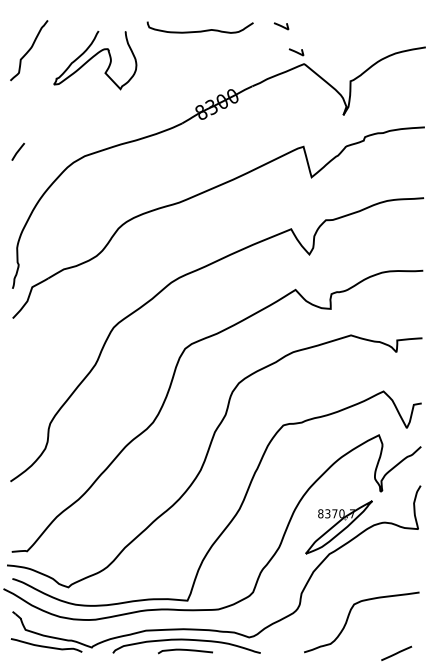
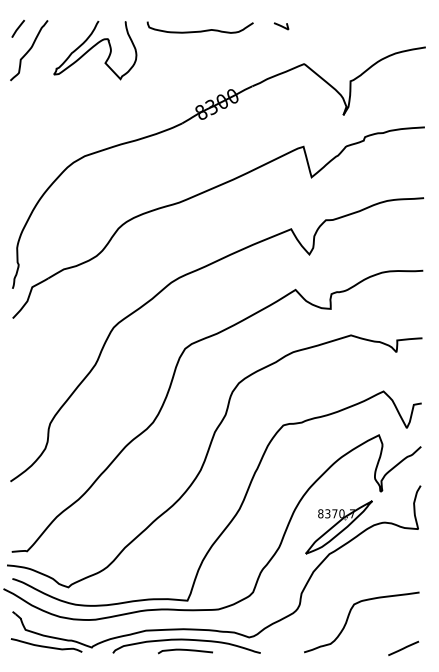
curve at (296, 52): present -> none
curve at (93, 57) position: (93, 57) -> (93, 47)
line at (18, 151) position: (18, 151) -> (18, 28)
line at (396, 652) position: (396, 652) -> (403, 647)
